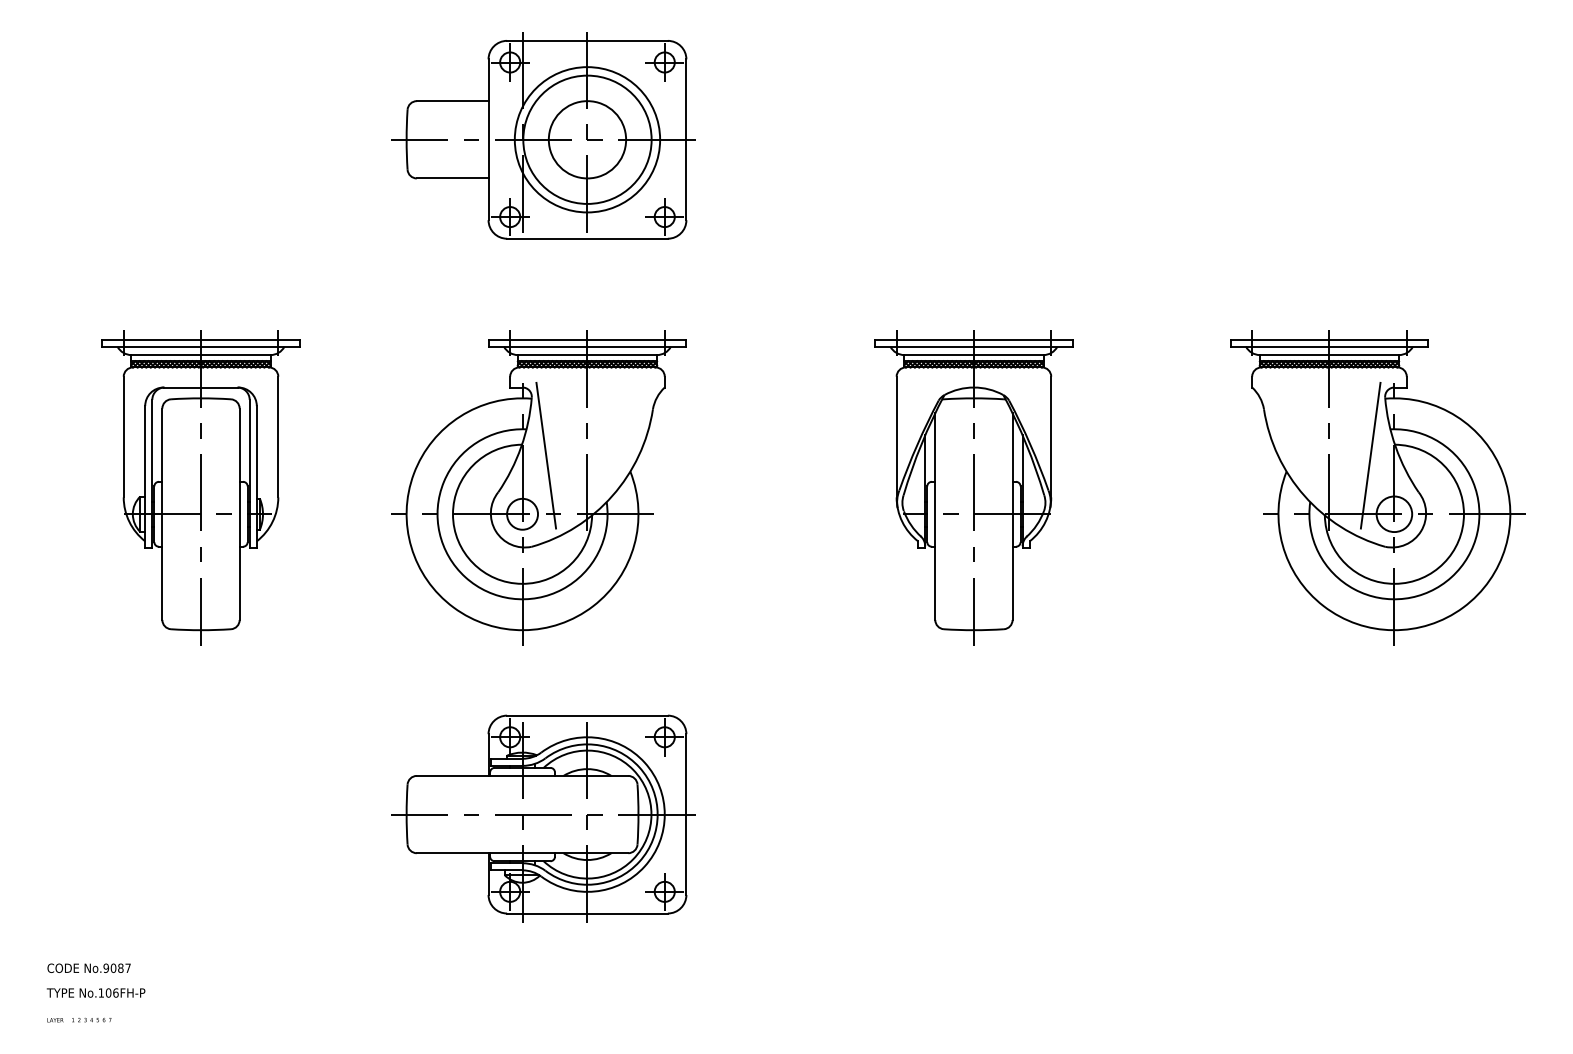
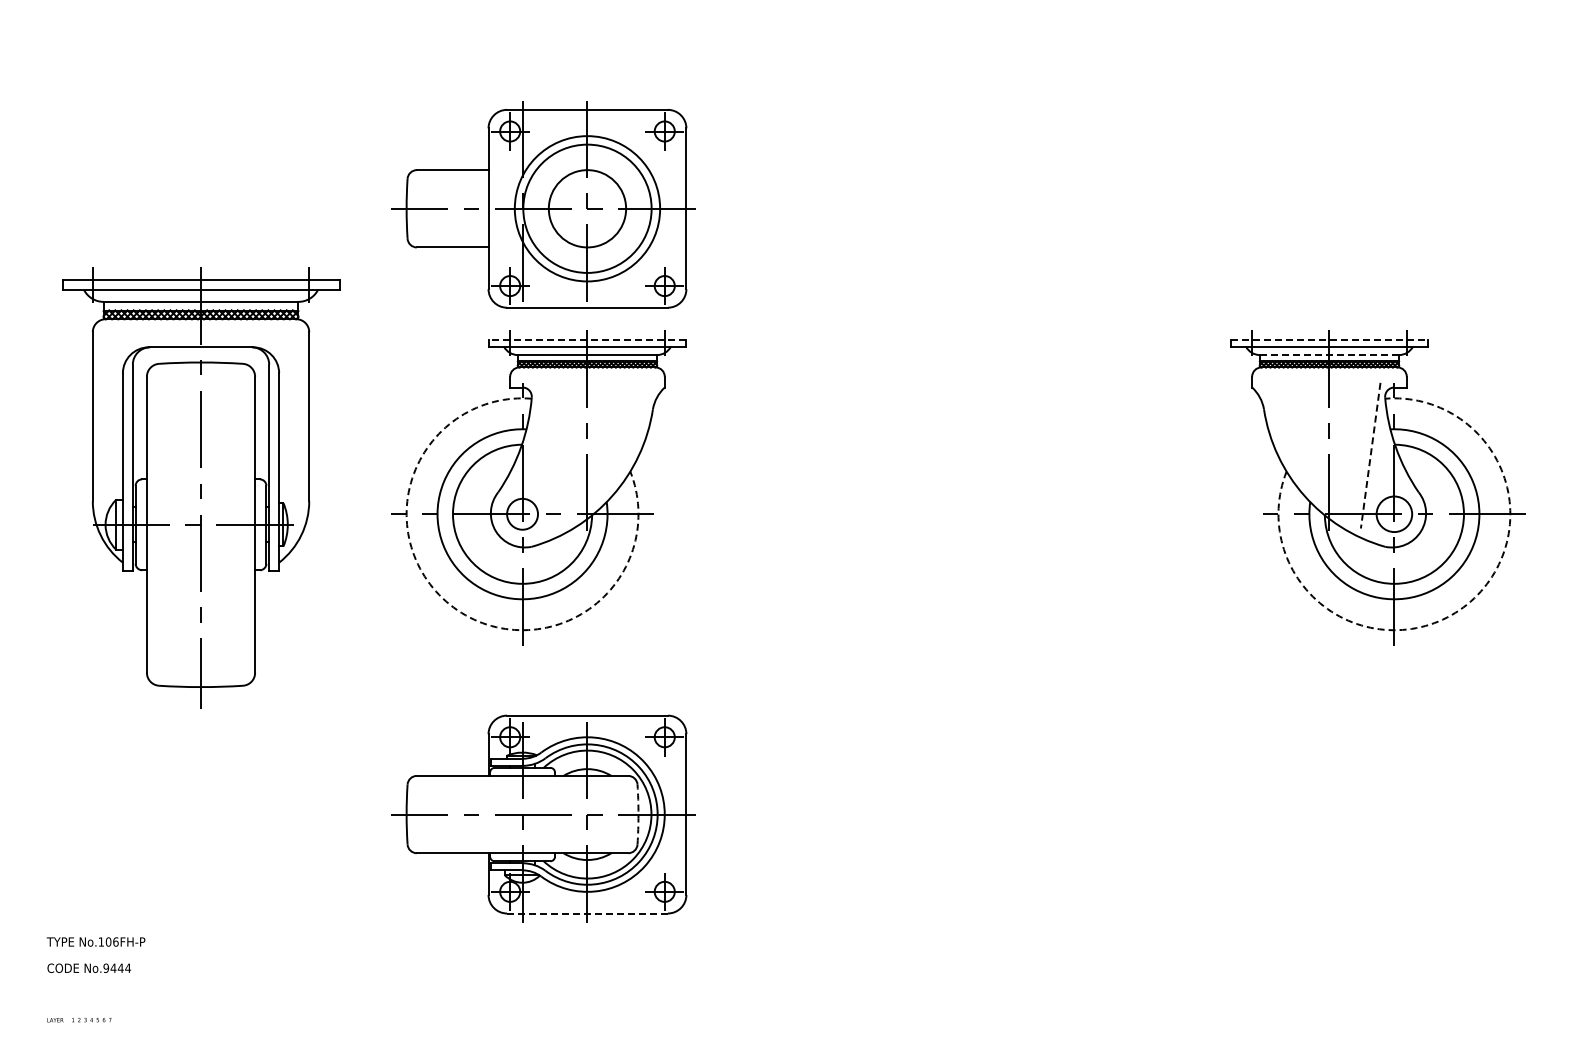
part at (543, 135) position: (543, 135) -> (543, 204)
line at (587, 339): solid -> dashed
line at (1329, 339): solid -> dashed
line at (1329, 355): solid -> dashed
line at (546, 455): present -> none
line at (1370, 456): solid -> dashed
part at (200, 487) size: 200x316 px -> 279x442 px
part at (973, 487): present -> none
arc at (453, 607): solid -> dashed
arc at (1463, 607): solid -> dashed
arc at (638, 814): solid -> dashed
line at (586, 913): solid -> dashed
text at (120, 967): No.9087 -> No.9444
text at (95, 992) position: (95, 992) -> (95, 941)
